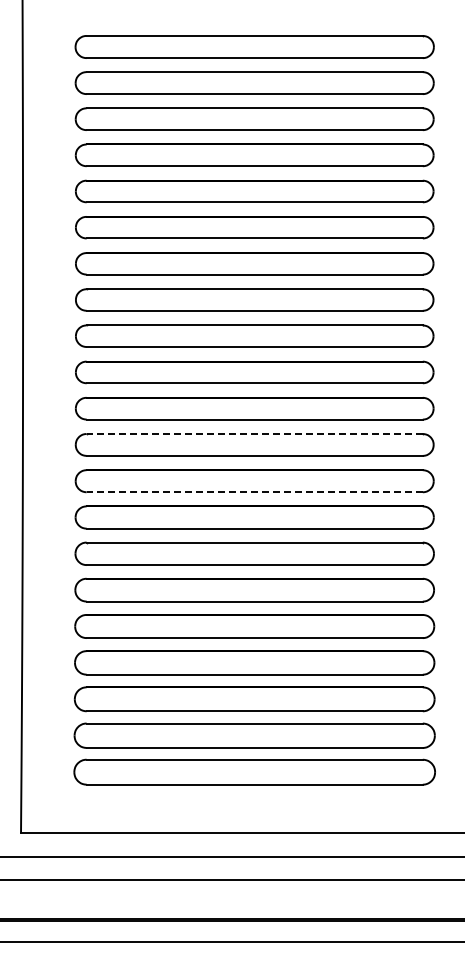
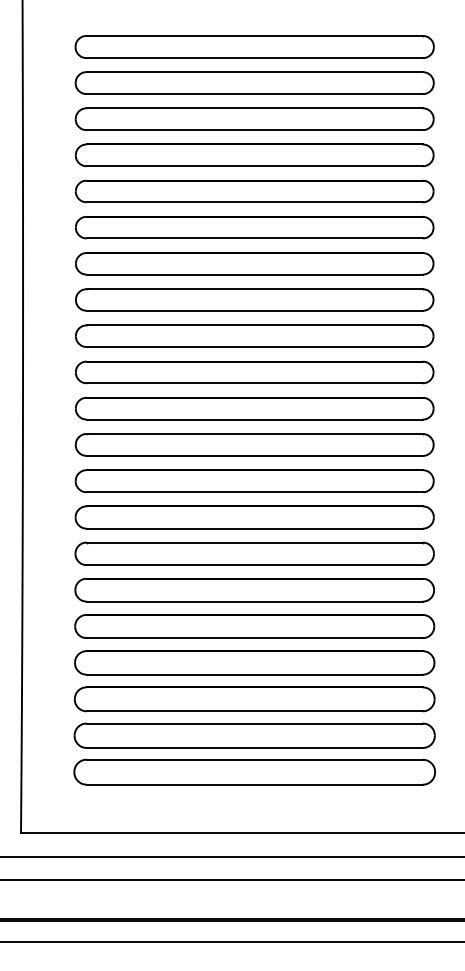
line at (254, 433): dashed -> solid
line at (254, 492): dashed -> solid
